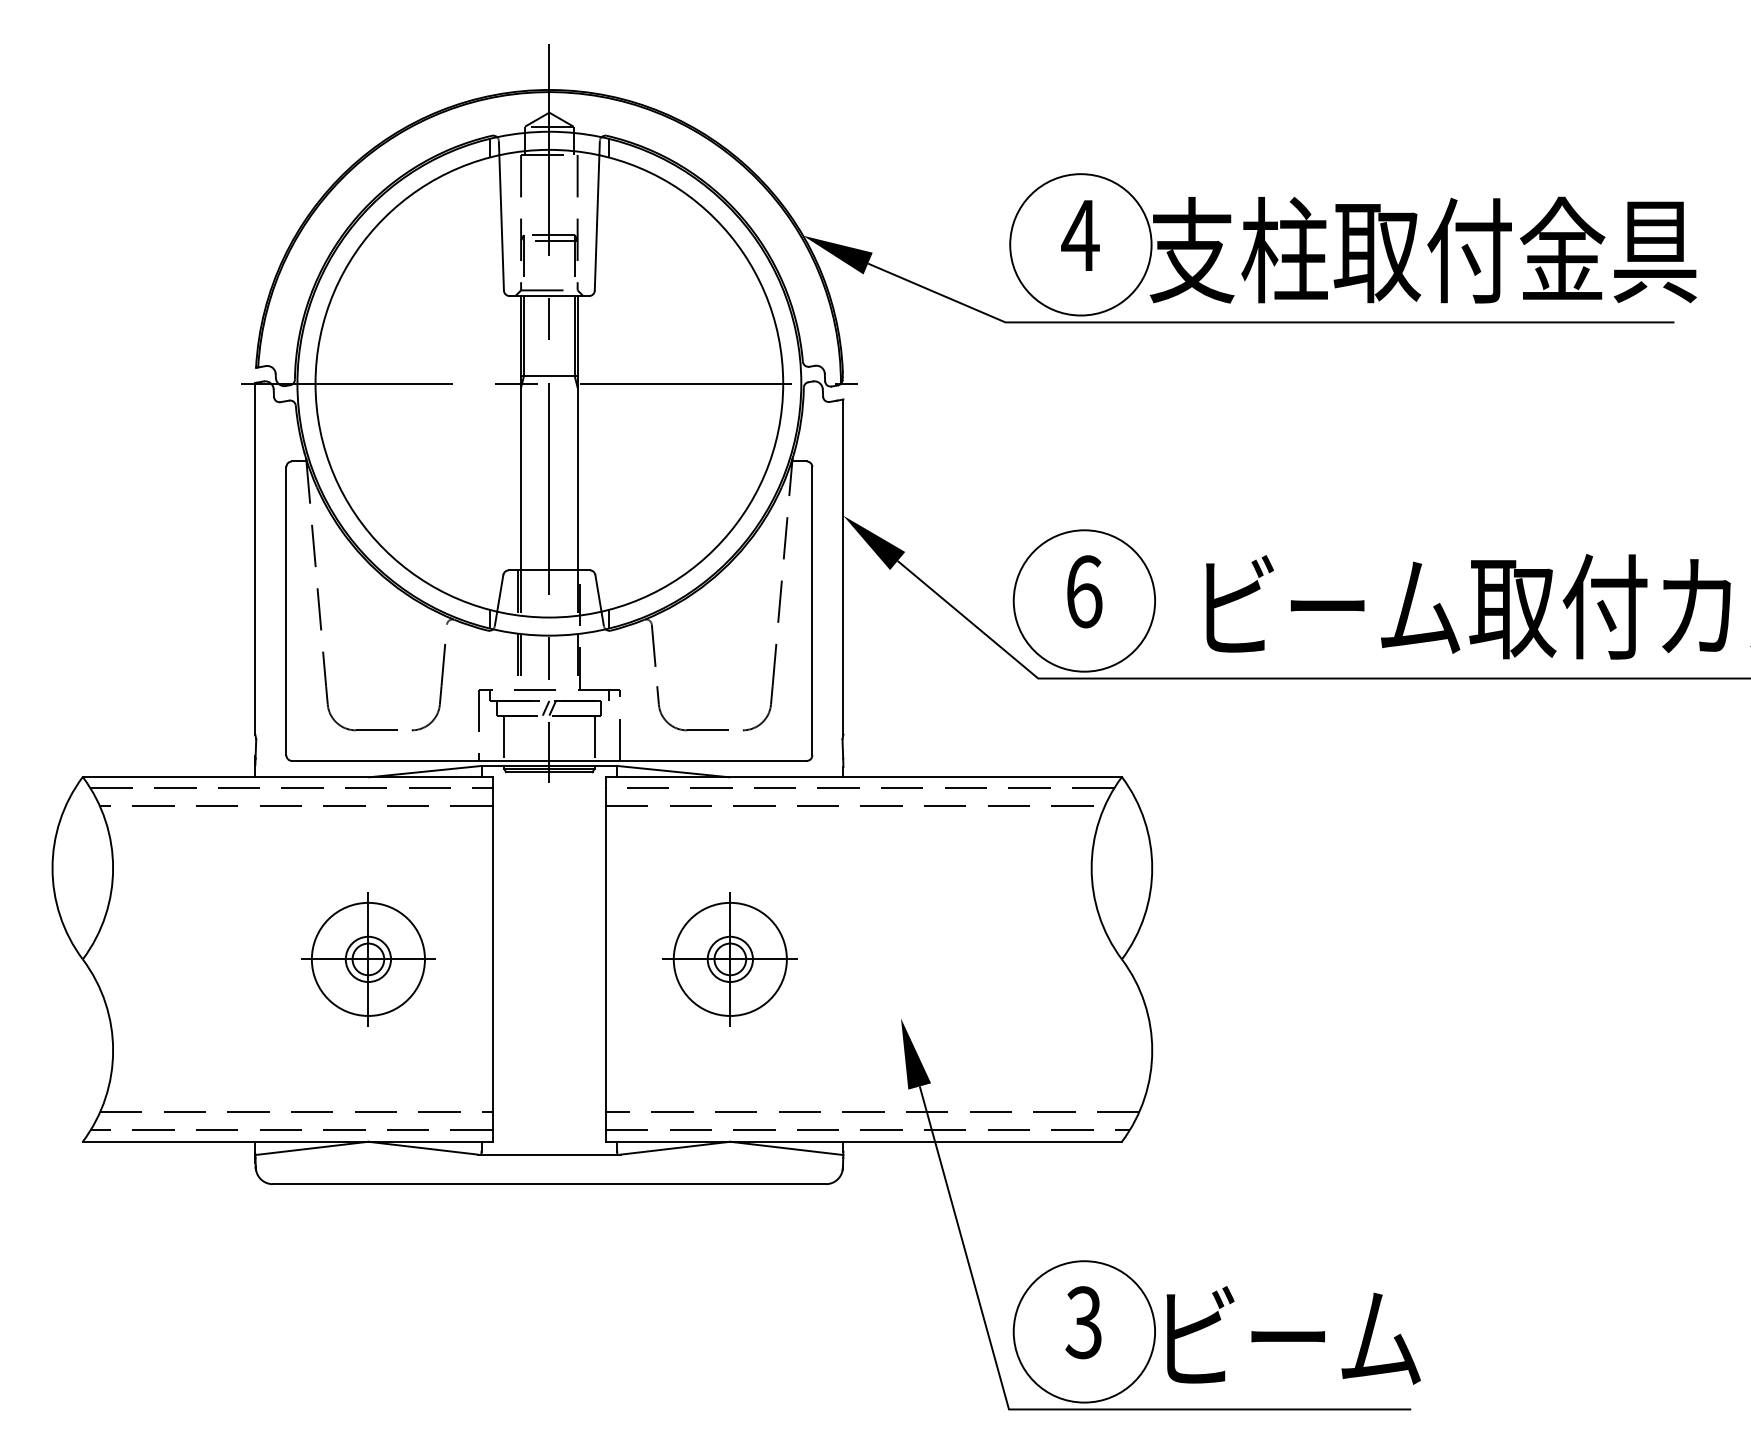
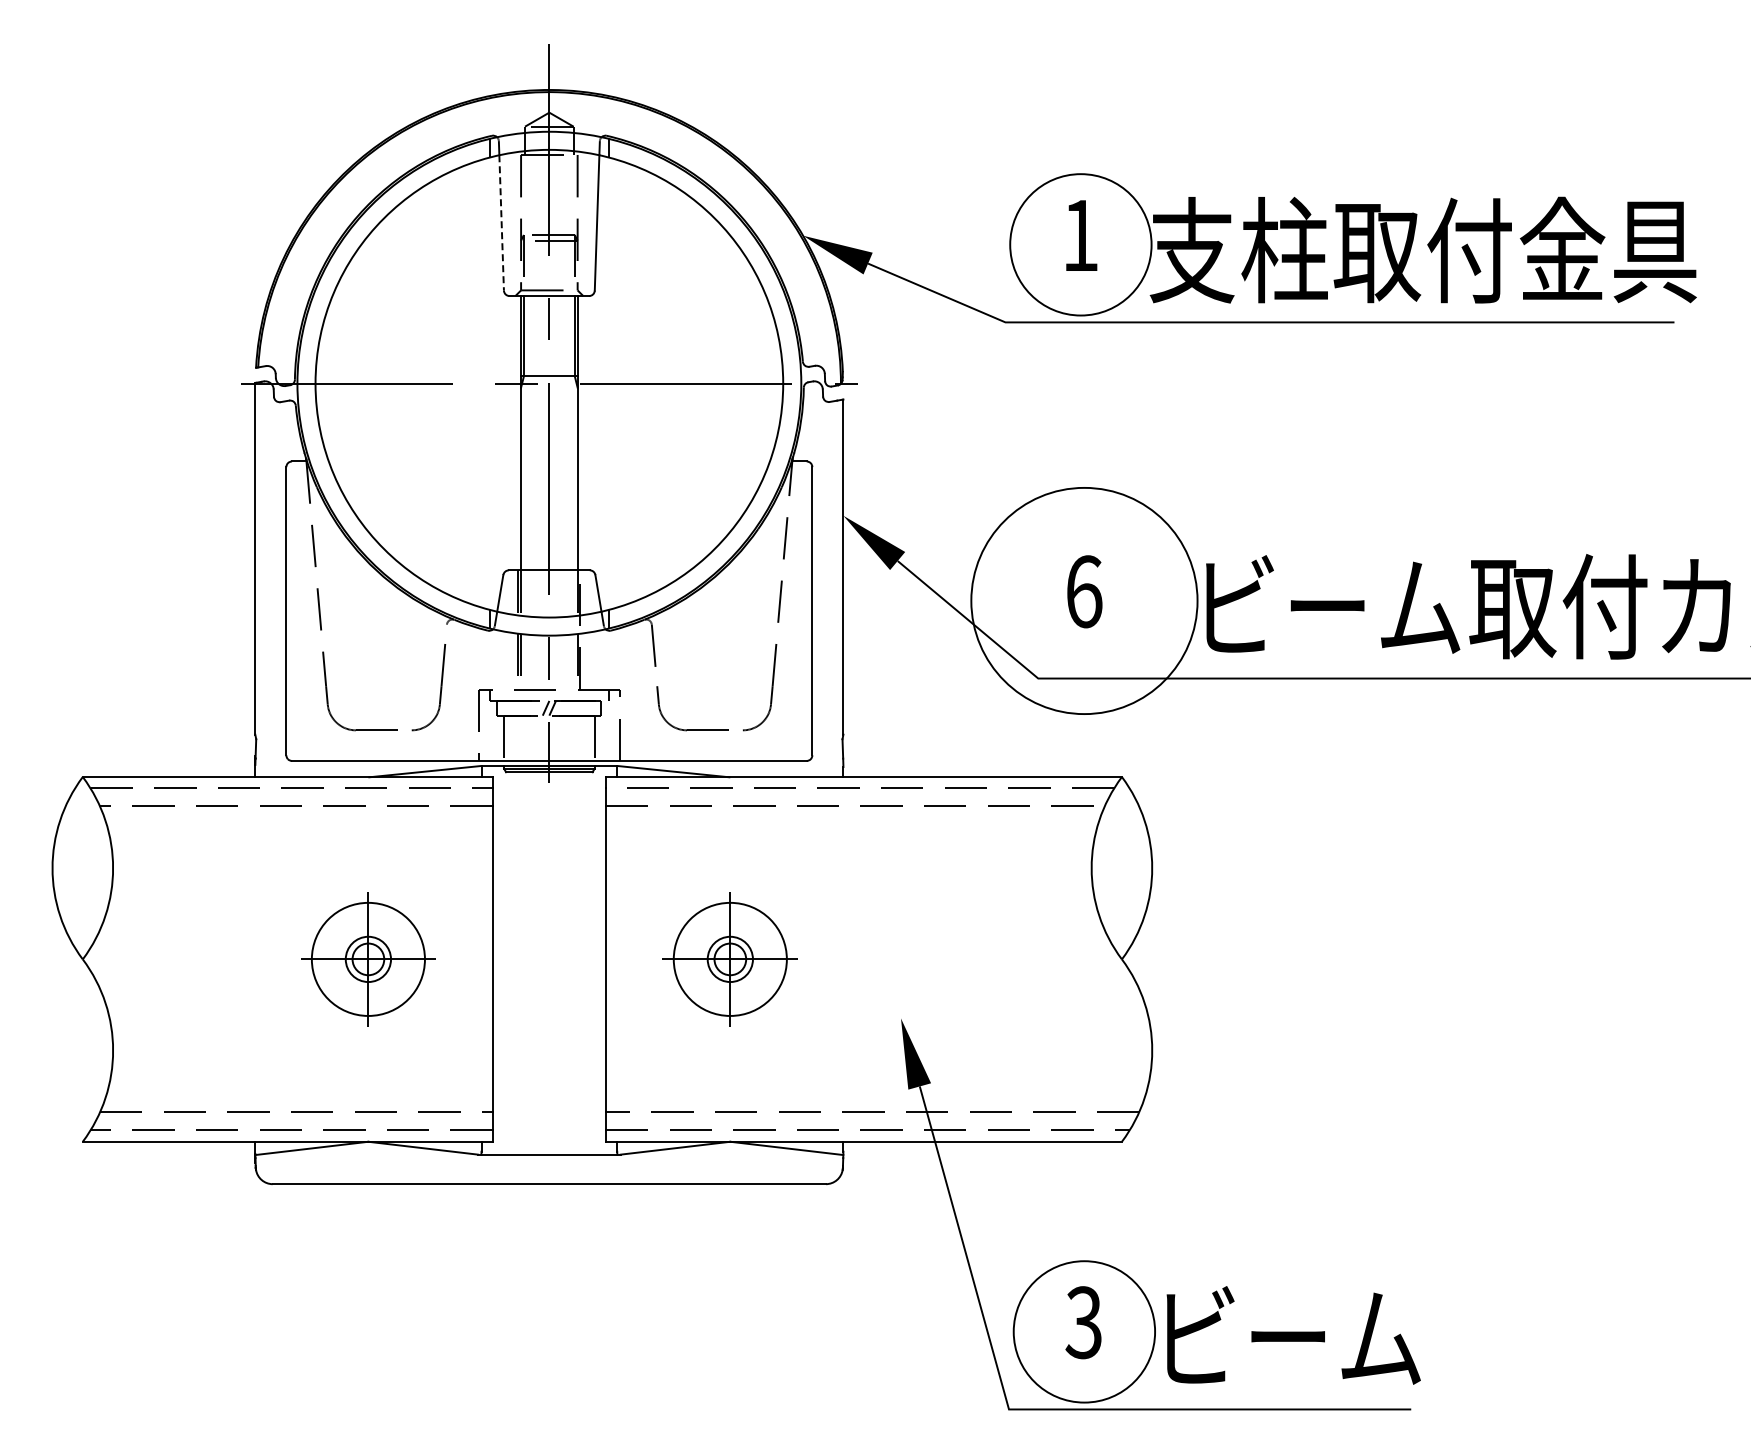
line at (501, 222): solid -> dashed
text at (1080, 235): 4 -> 1
circle at (1084, 600) diameter: 141 px -> 226 px
